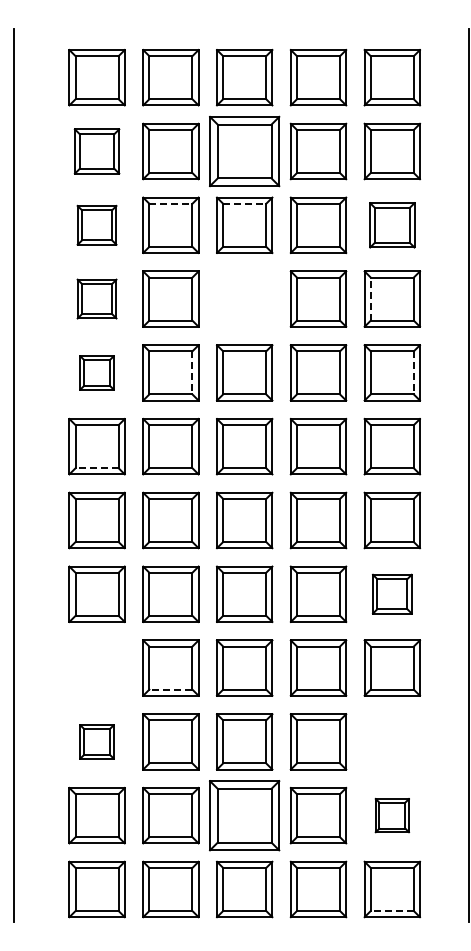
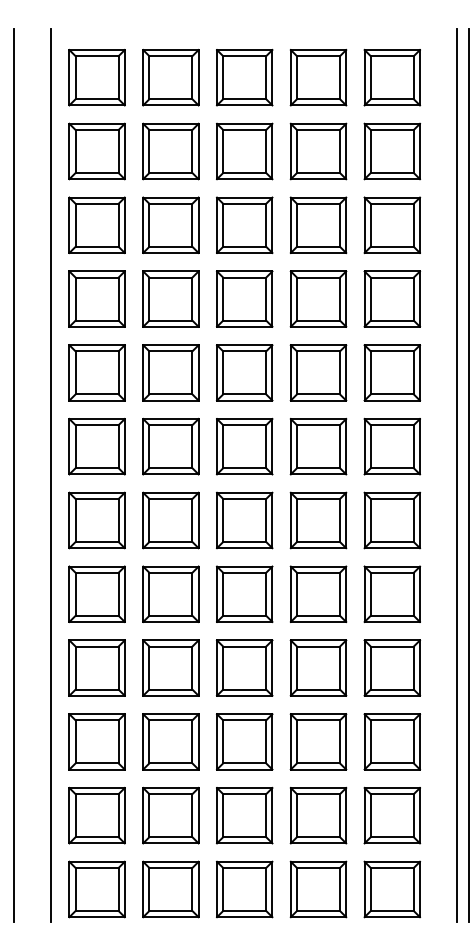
part at (96, 151) size: 48x47 px -> 58x59 px
part at (244, 151) size: 72x73 px -> 58x59 px
line at (170, 203): dashed -> solid
line at (244, 203): dashed -> solid
part at (96, 224) size: 42x42 px -> 58x59 px
part at (392, 225) size: 47x47 px -> 59x59 px
part at (96, 298) size: 42x42 px -> 58x58 px
part at (244, 298): none -> present
line at (370, 299): dashed -> solid
part at (96, 372) size: 36x36 px -> 58x58 px
line at (192, 372): dashed -> solid
line at (413, 372): dashed -> solid
line at (97, 468): dashed -> solid
line at (51, 475): none -> present
line at (456, 475): none -> present
part at (392, 593) size: 41x42 px -> 59x58 px
part at (96, 667): none -> present
line at (170, 689): dashed -> solid
part at (96, 741) size: 36x36 px -> 58x58 px
part at (392, 741): none -> present
part at (244, 815) size: 72x72 px -> 58x59 px
part at (392, 815) size: 37x36 px -> 59x59 px
line at (392, 911): dashed -> solid
